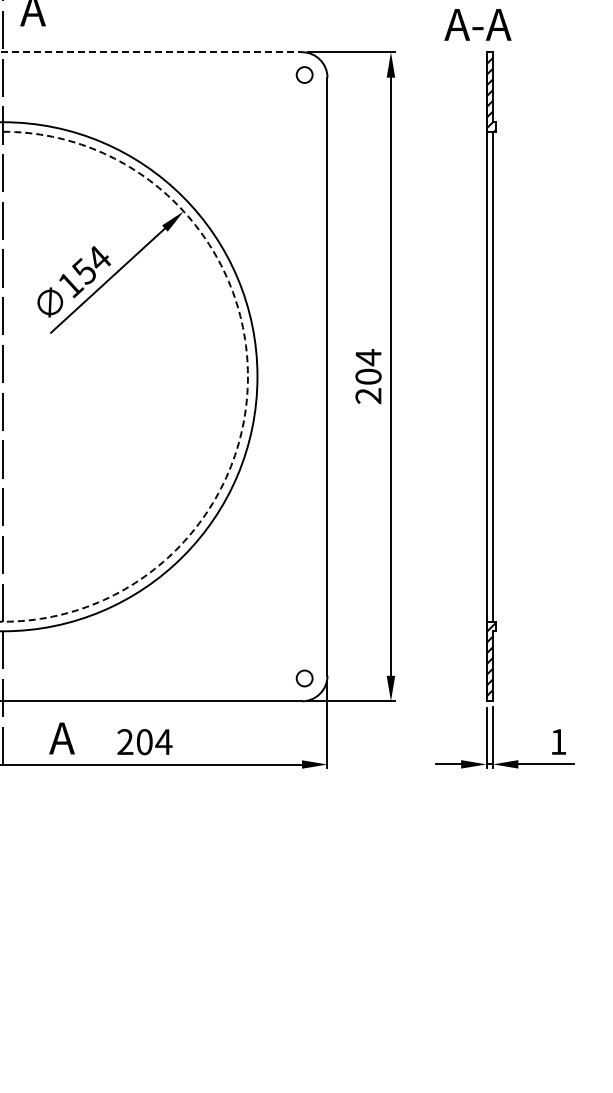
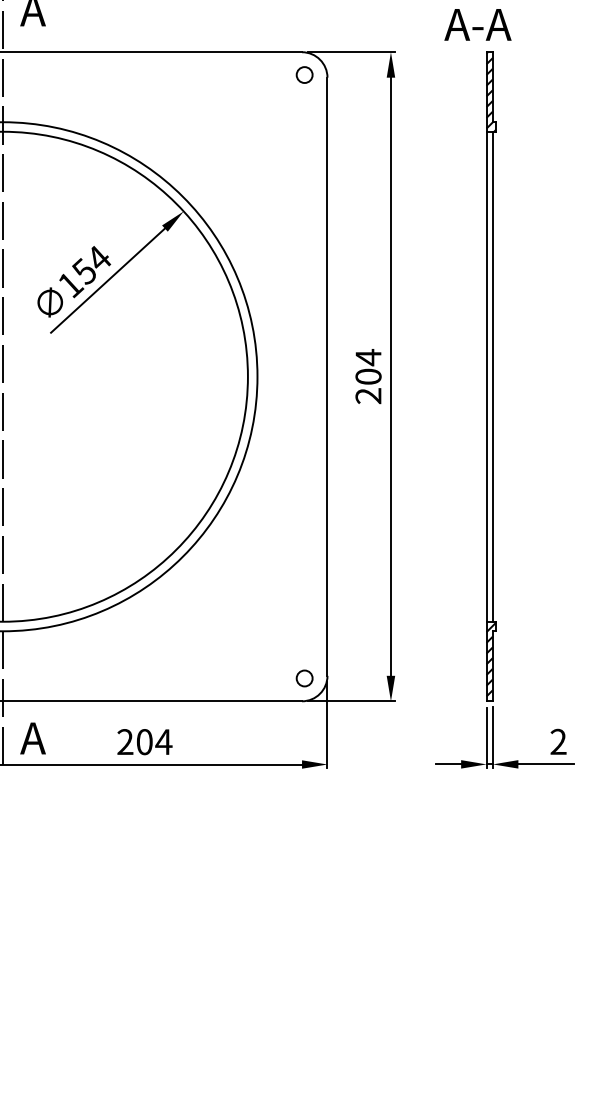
line at (151, 52): dashed -> solid
circle at (123, 376): dashed -> solid
text at (61, 738) position: (61, 738) -> (32, 738)
text at (558, 741): 1 -> 2
